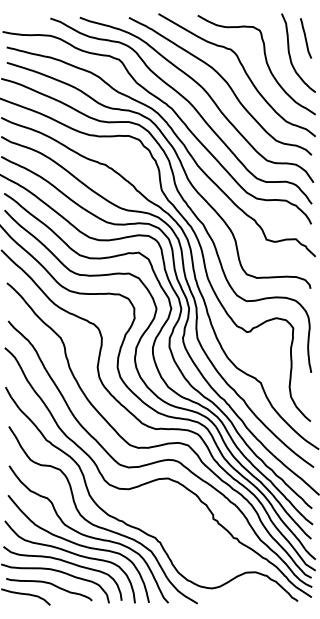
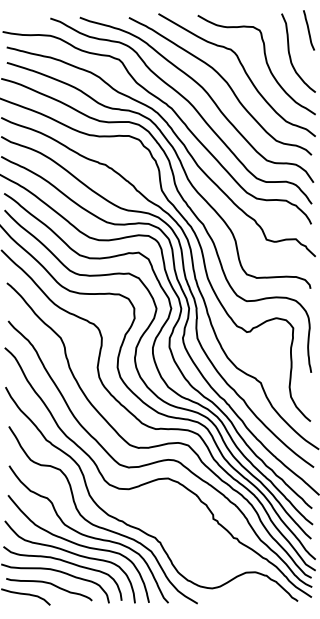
line at (305, 38) position: (305, 38) -> (308, 30)
